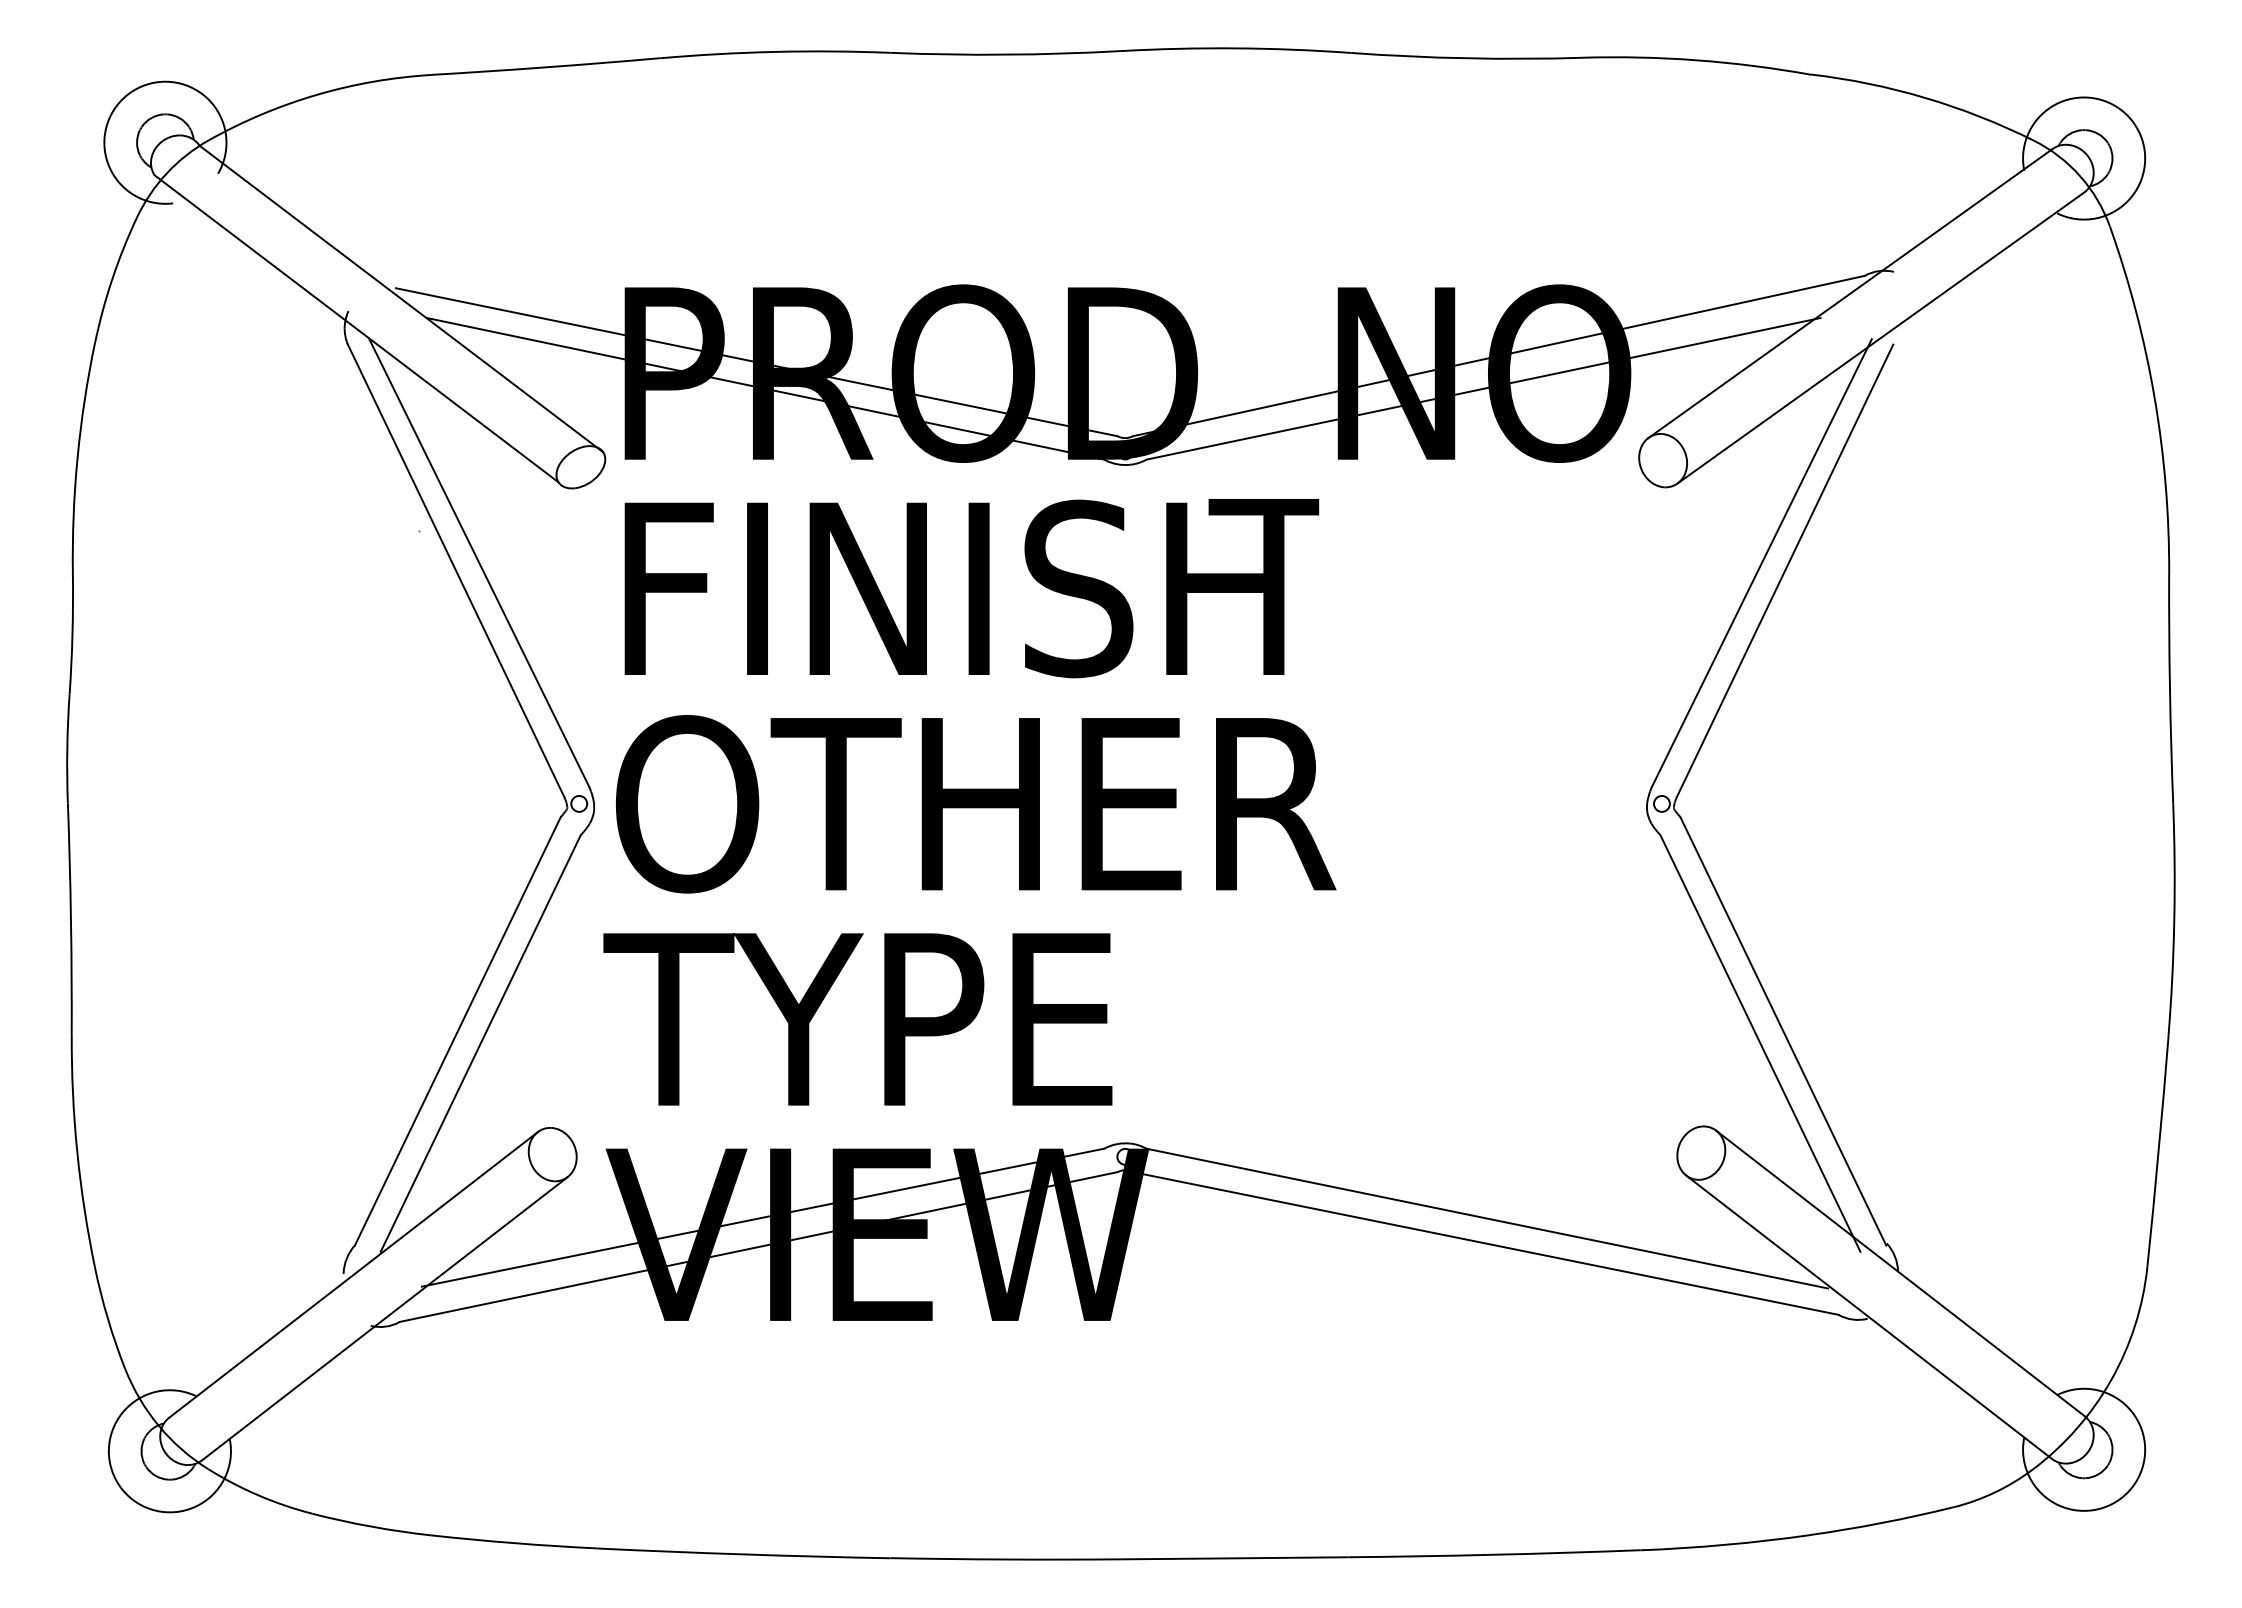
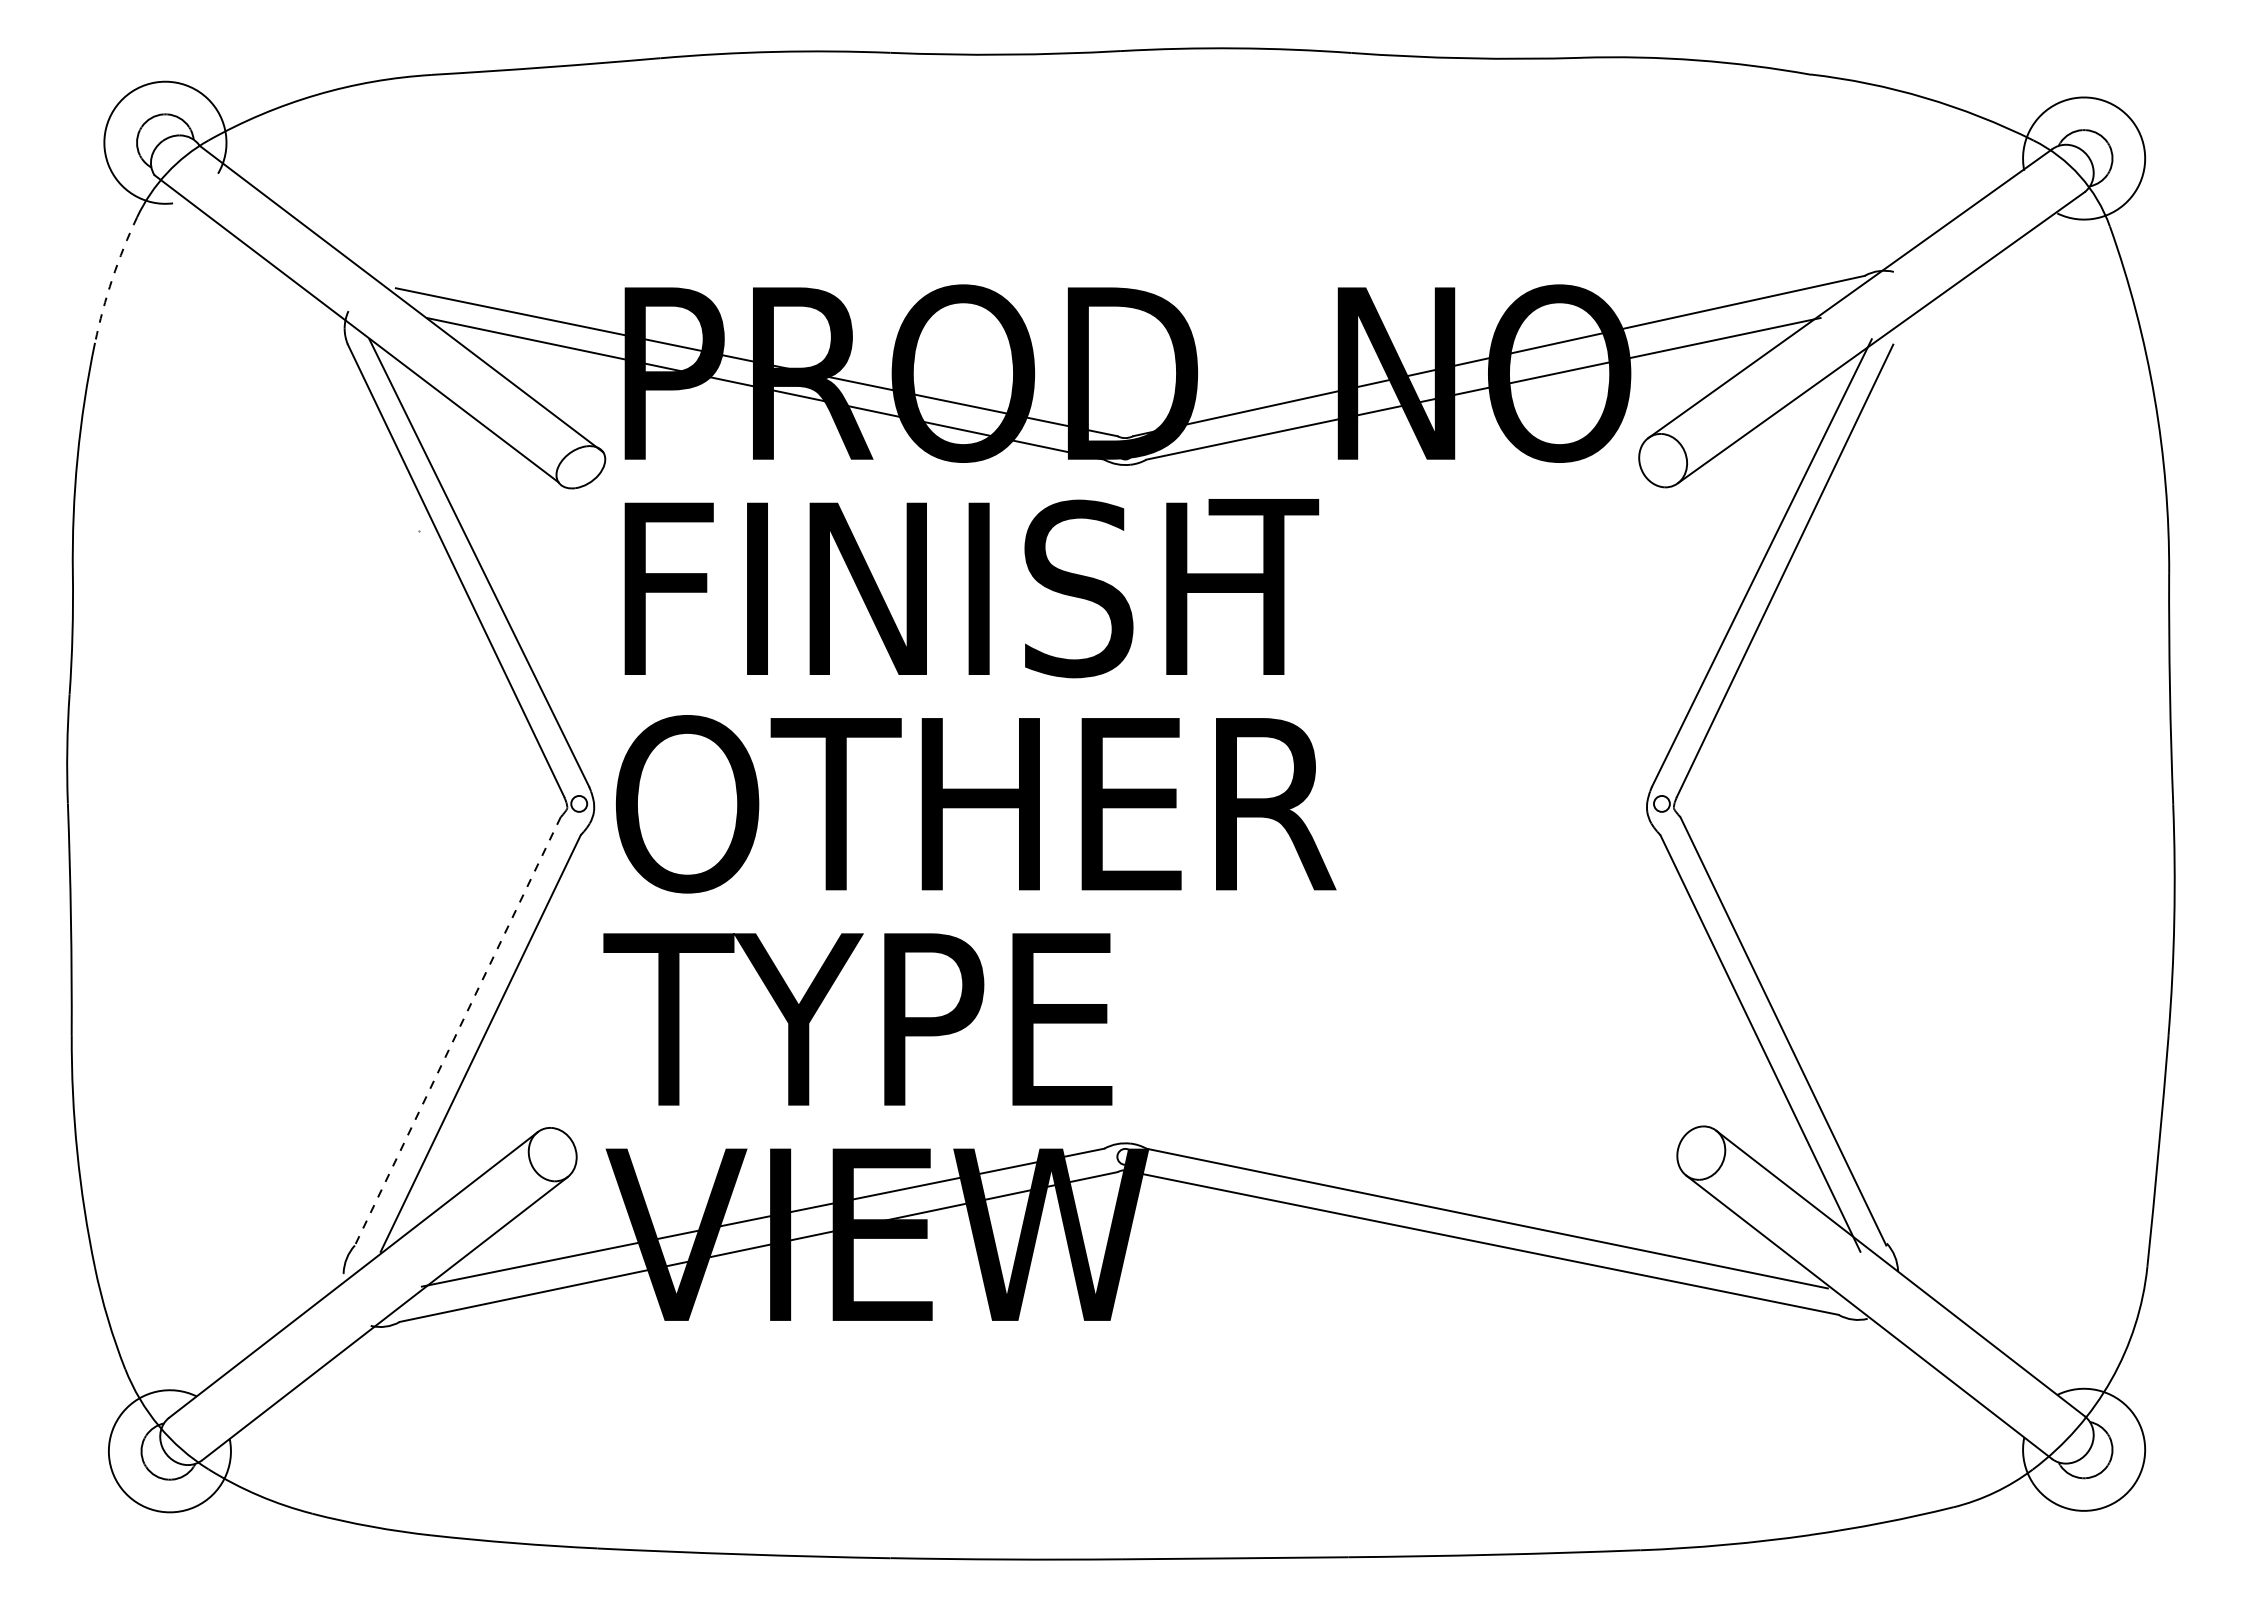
arc at (112, 278): solid -> dashed
line at (457, 1031): solid -> dashed
